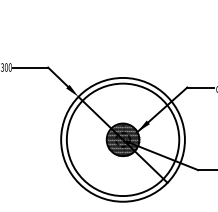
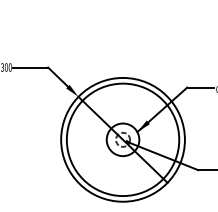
hatch at (122, 139): present -> none
